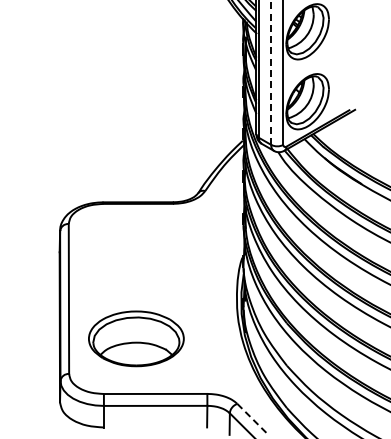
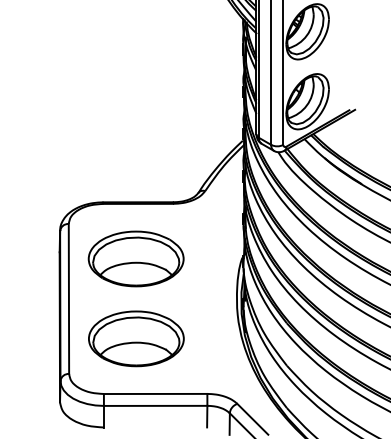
line at (271, 73): dashed -> solid
part at (135, 258): none -> present
line at (252, 419): dashed -> solid
